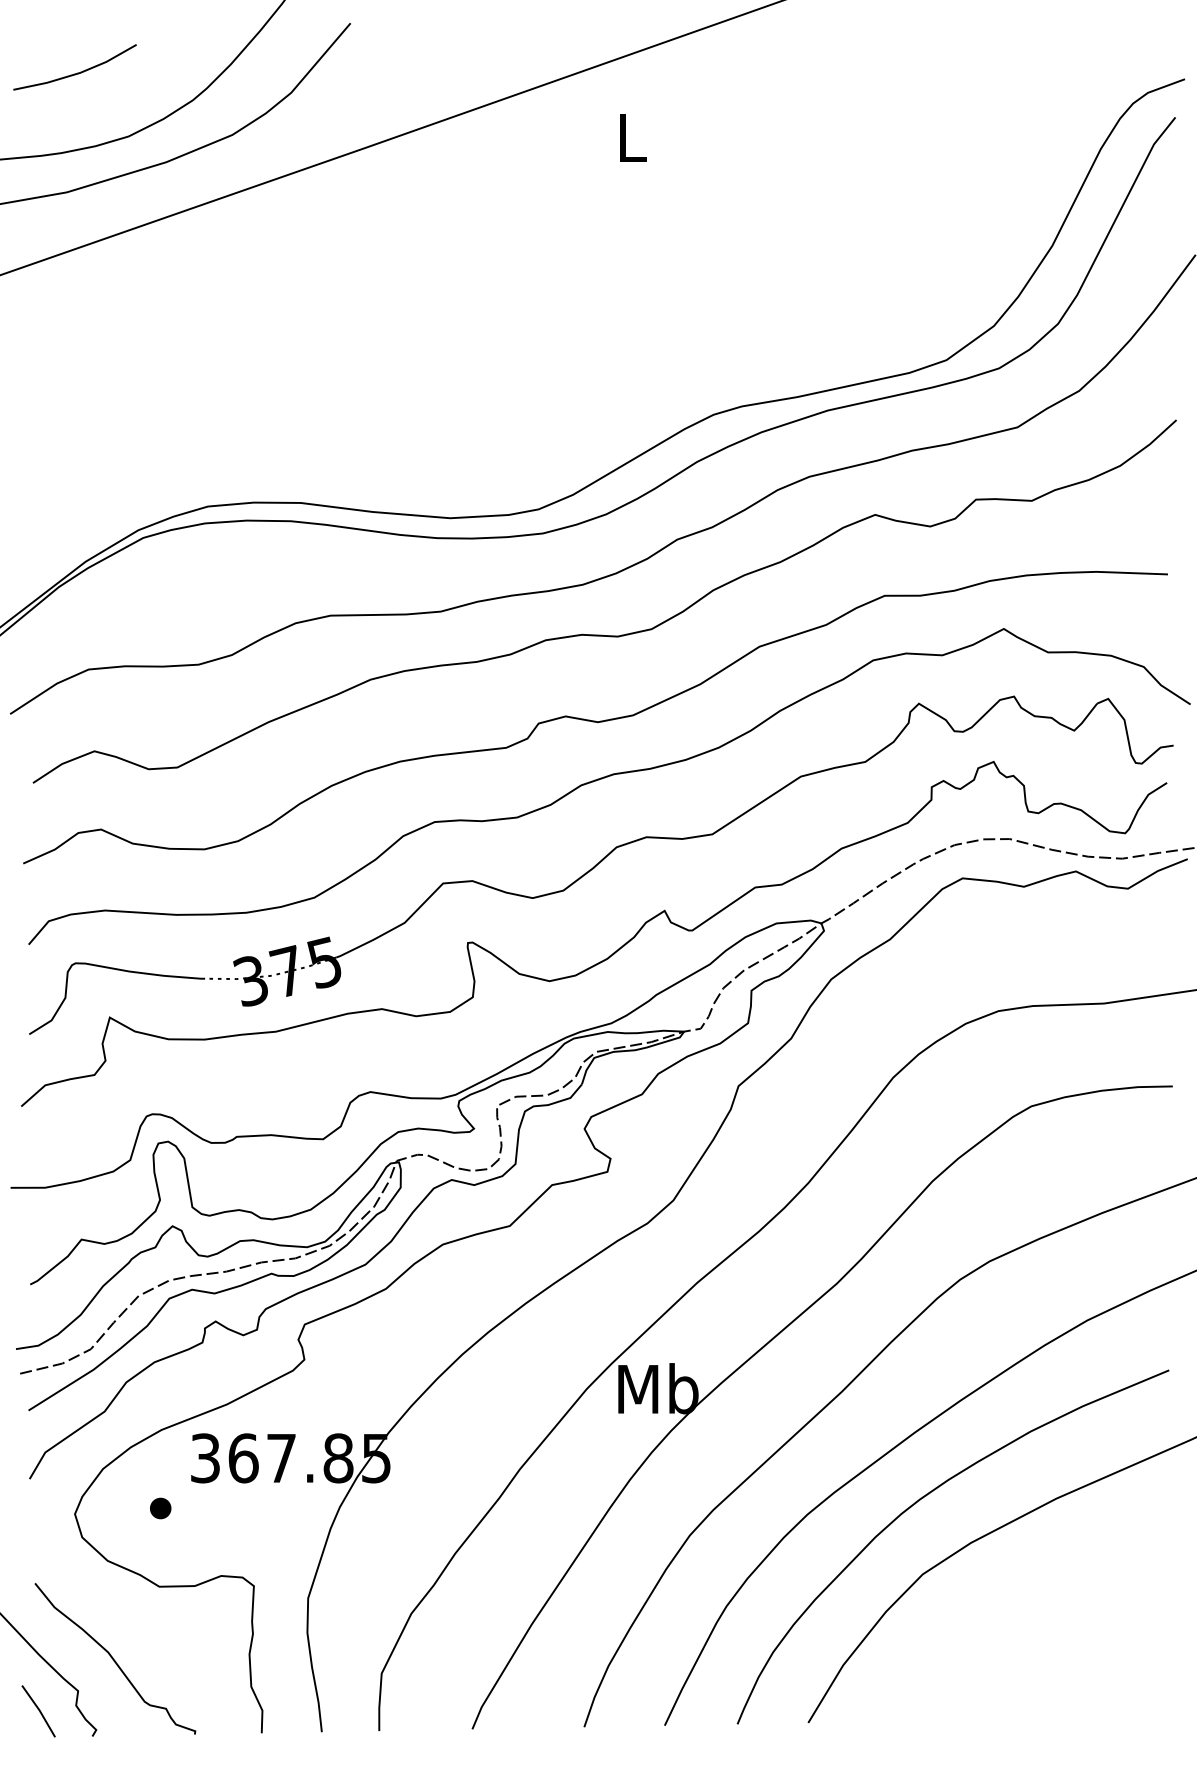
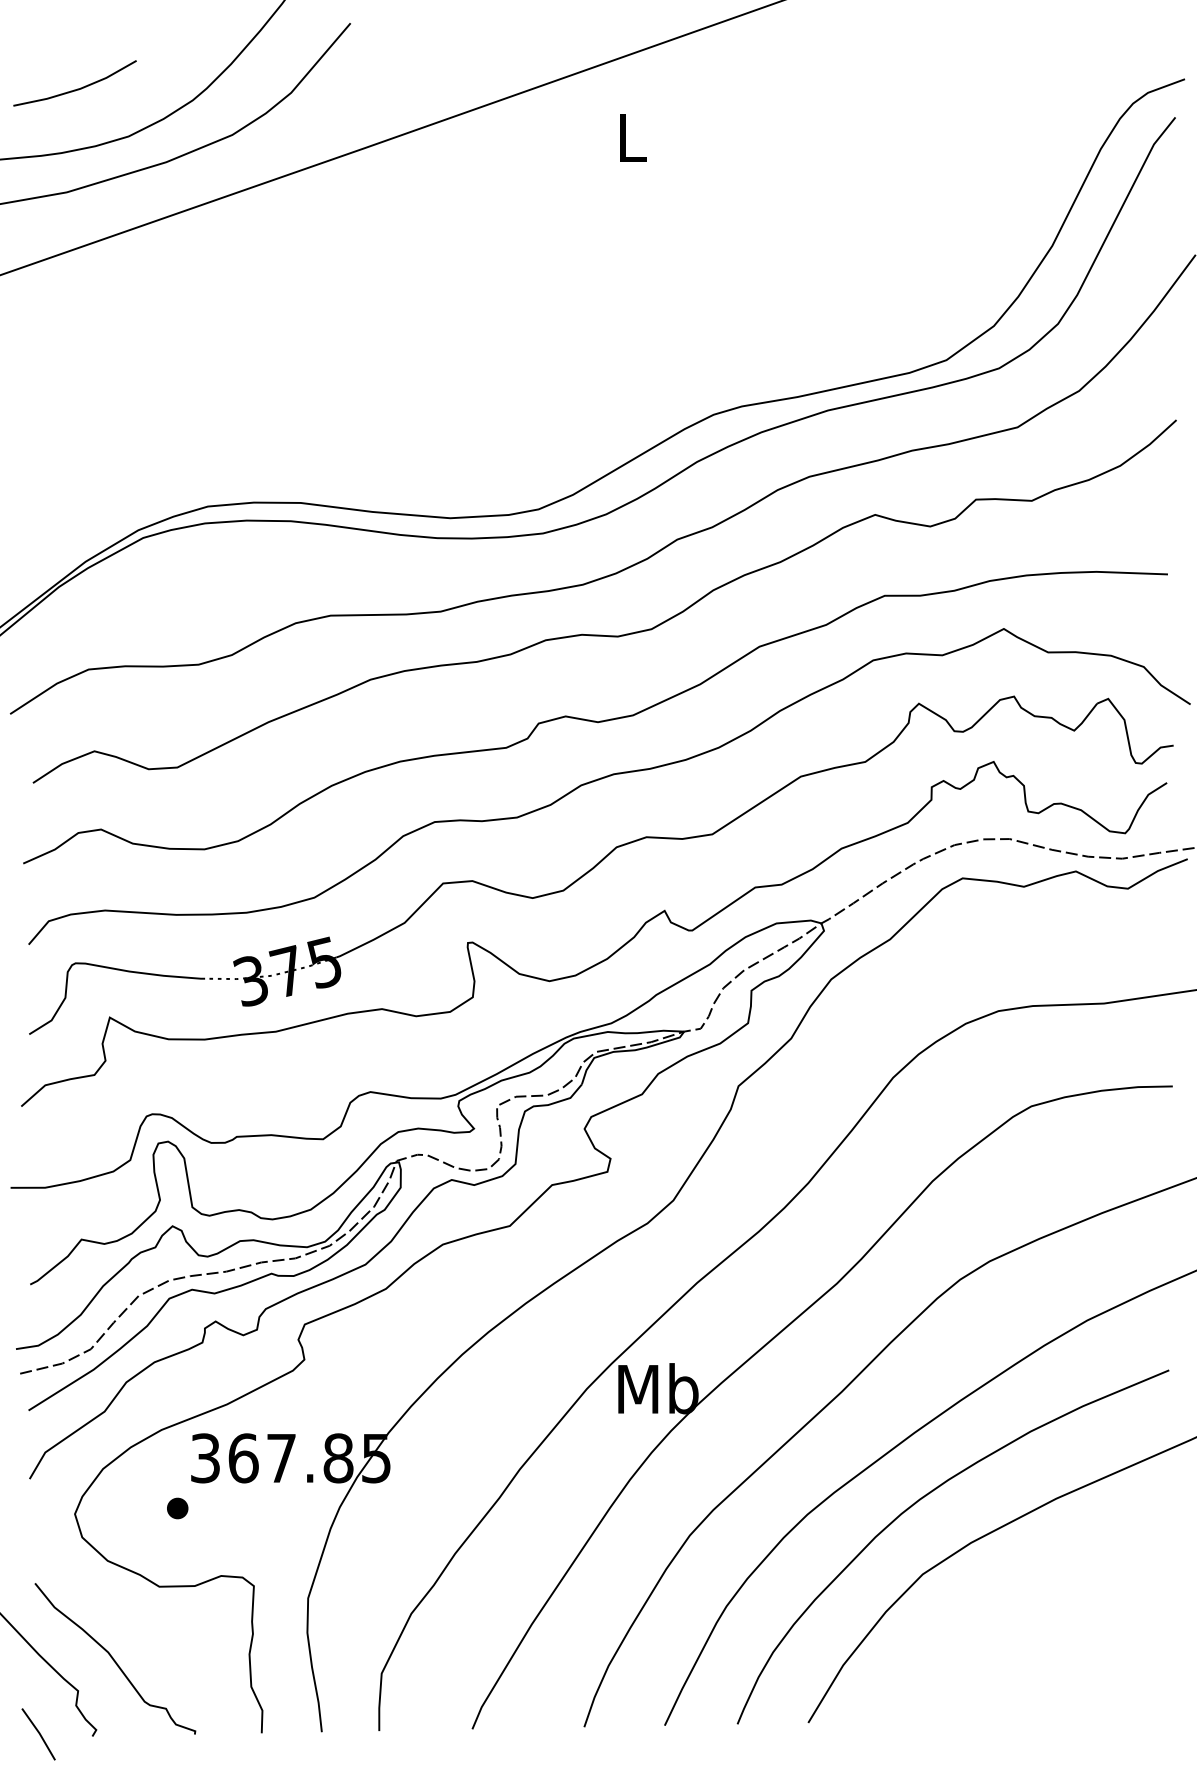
line at (77, 72) position: (77, 72) -> (77, 88)
part at (160, 1508) position: (160, 1508) -> (177, 1508)
line at (38, 1710) position: (38, 1710) -> (38, 1733)
